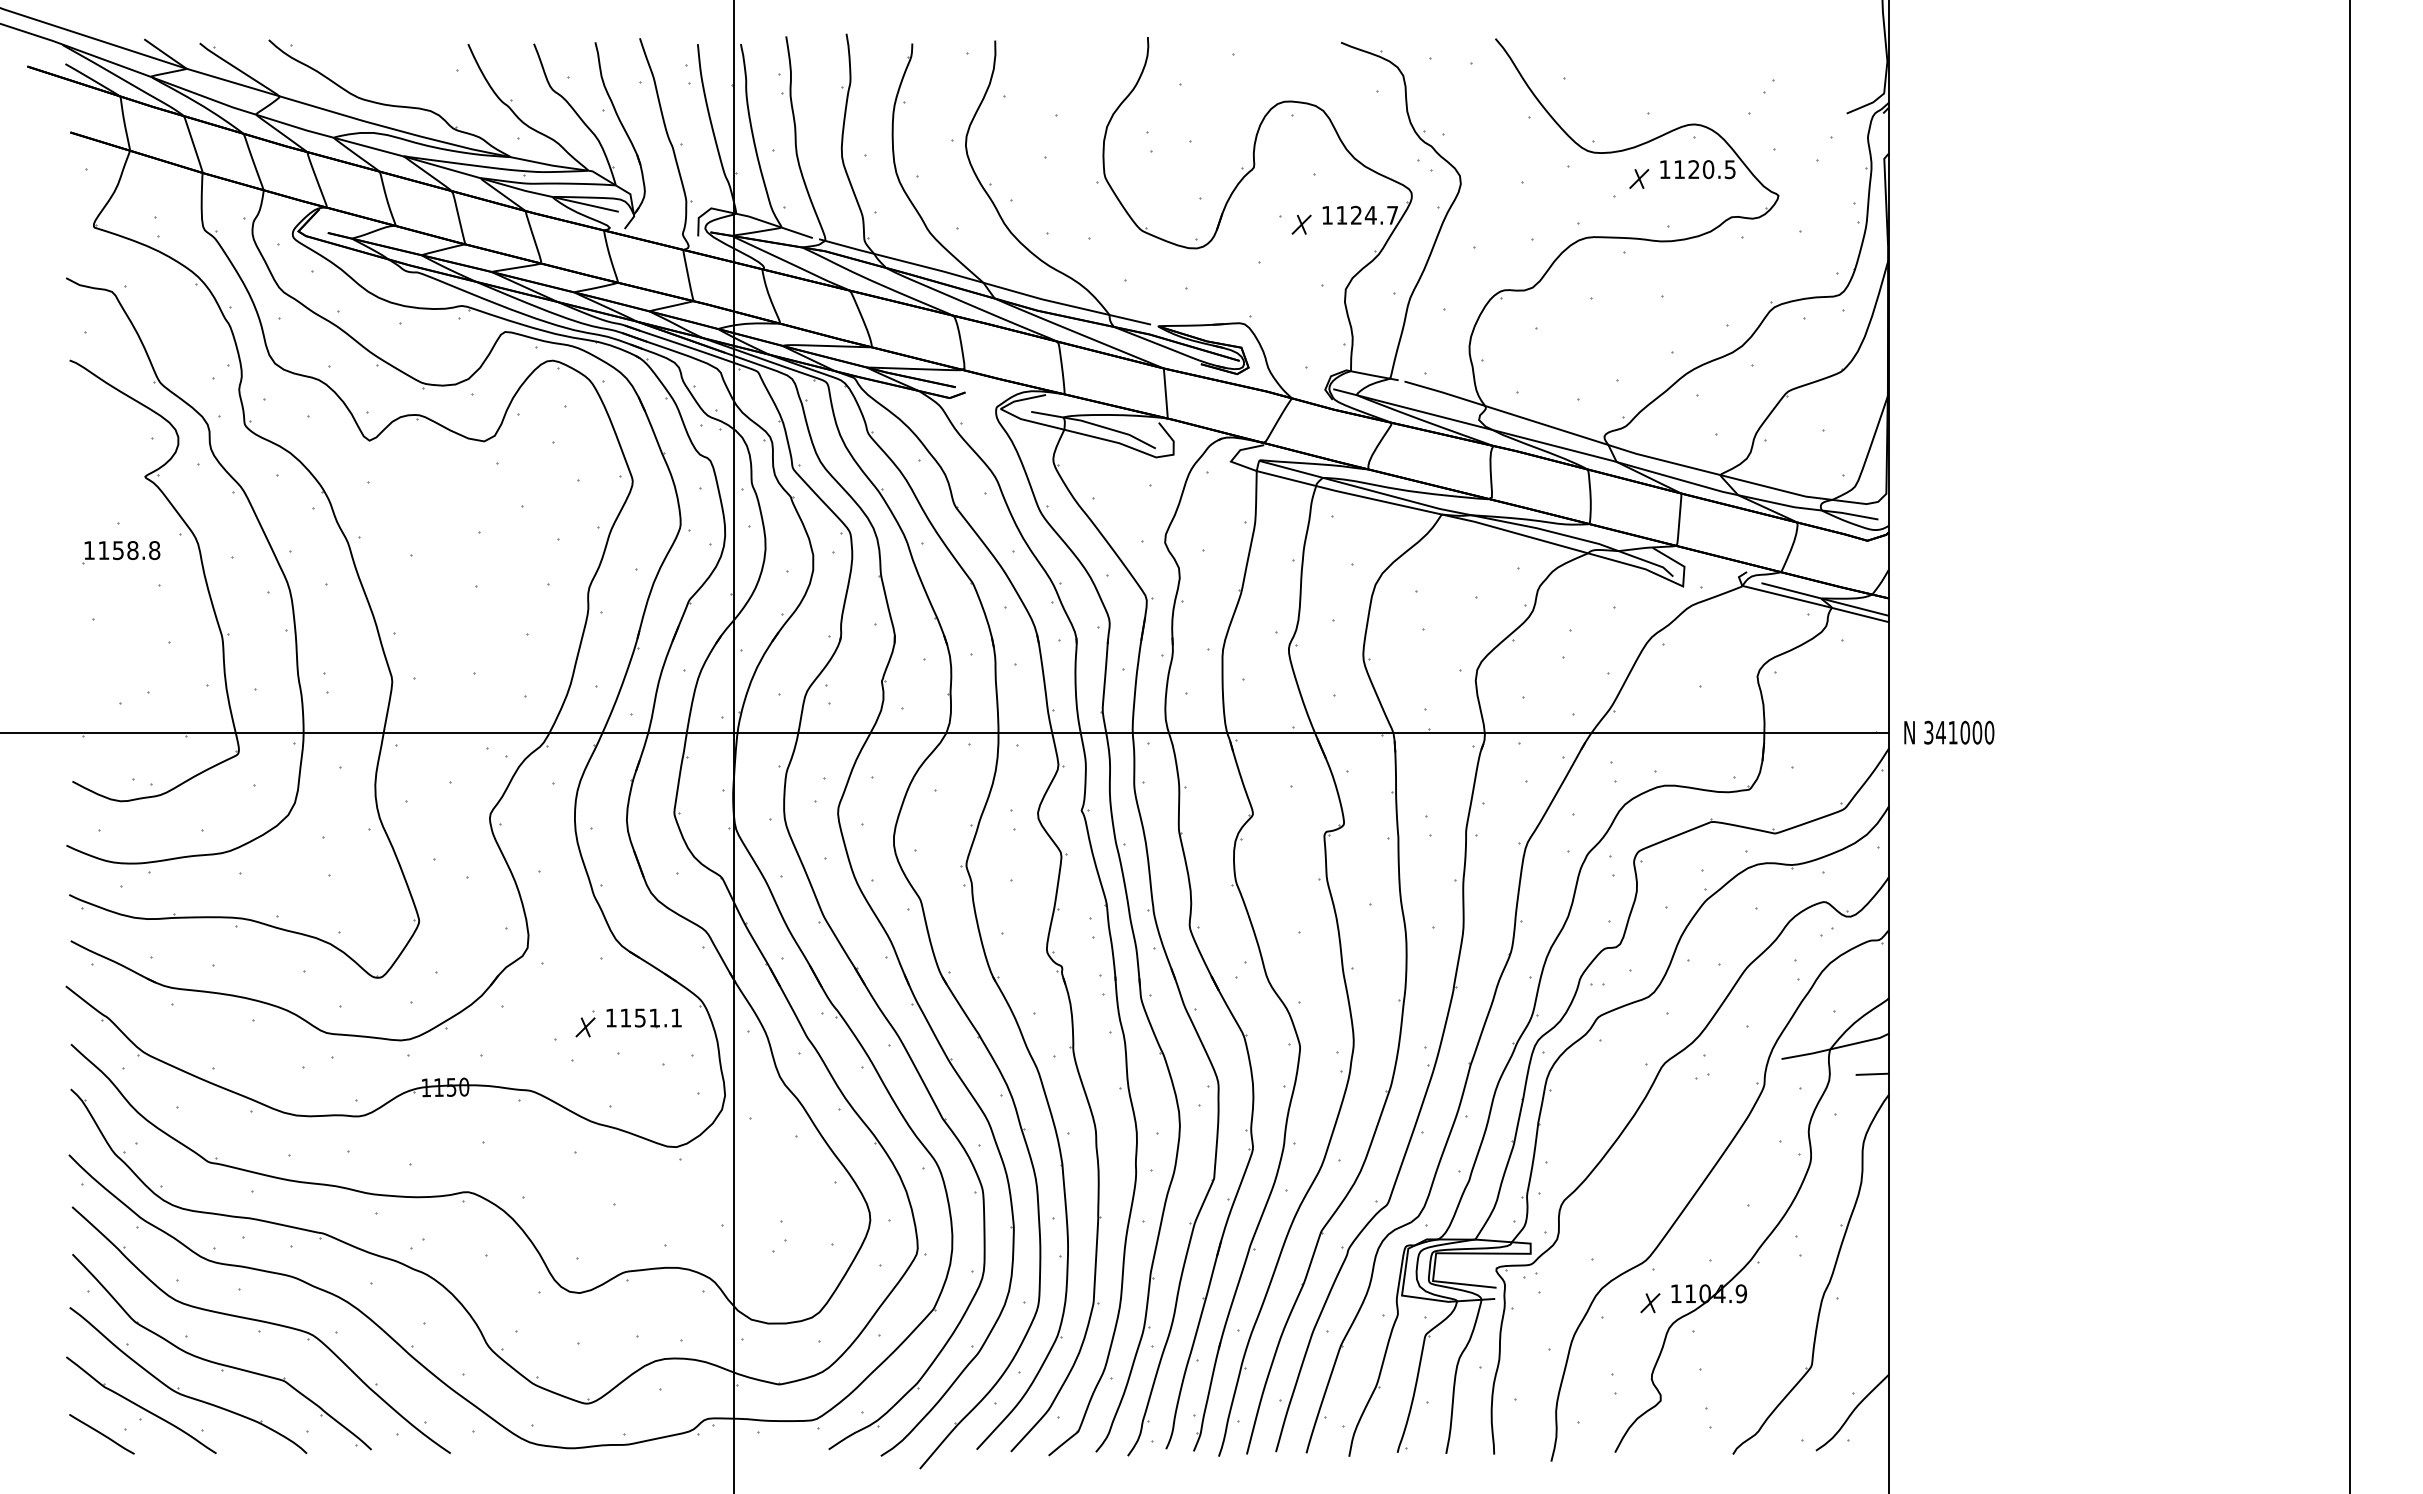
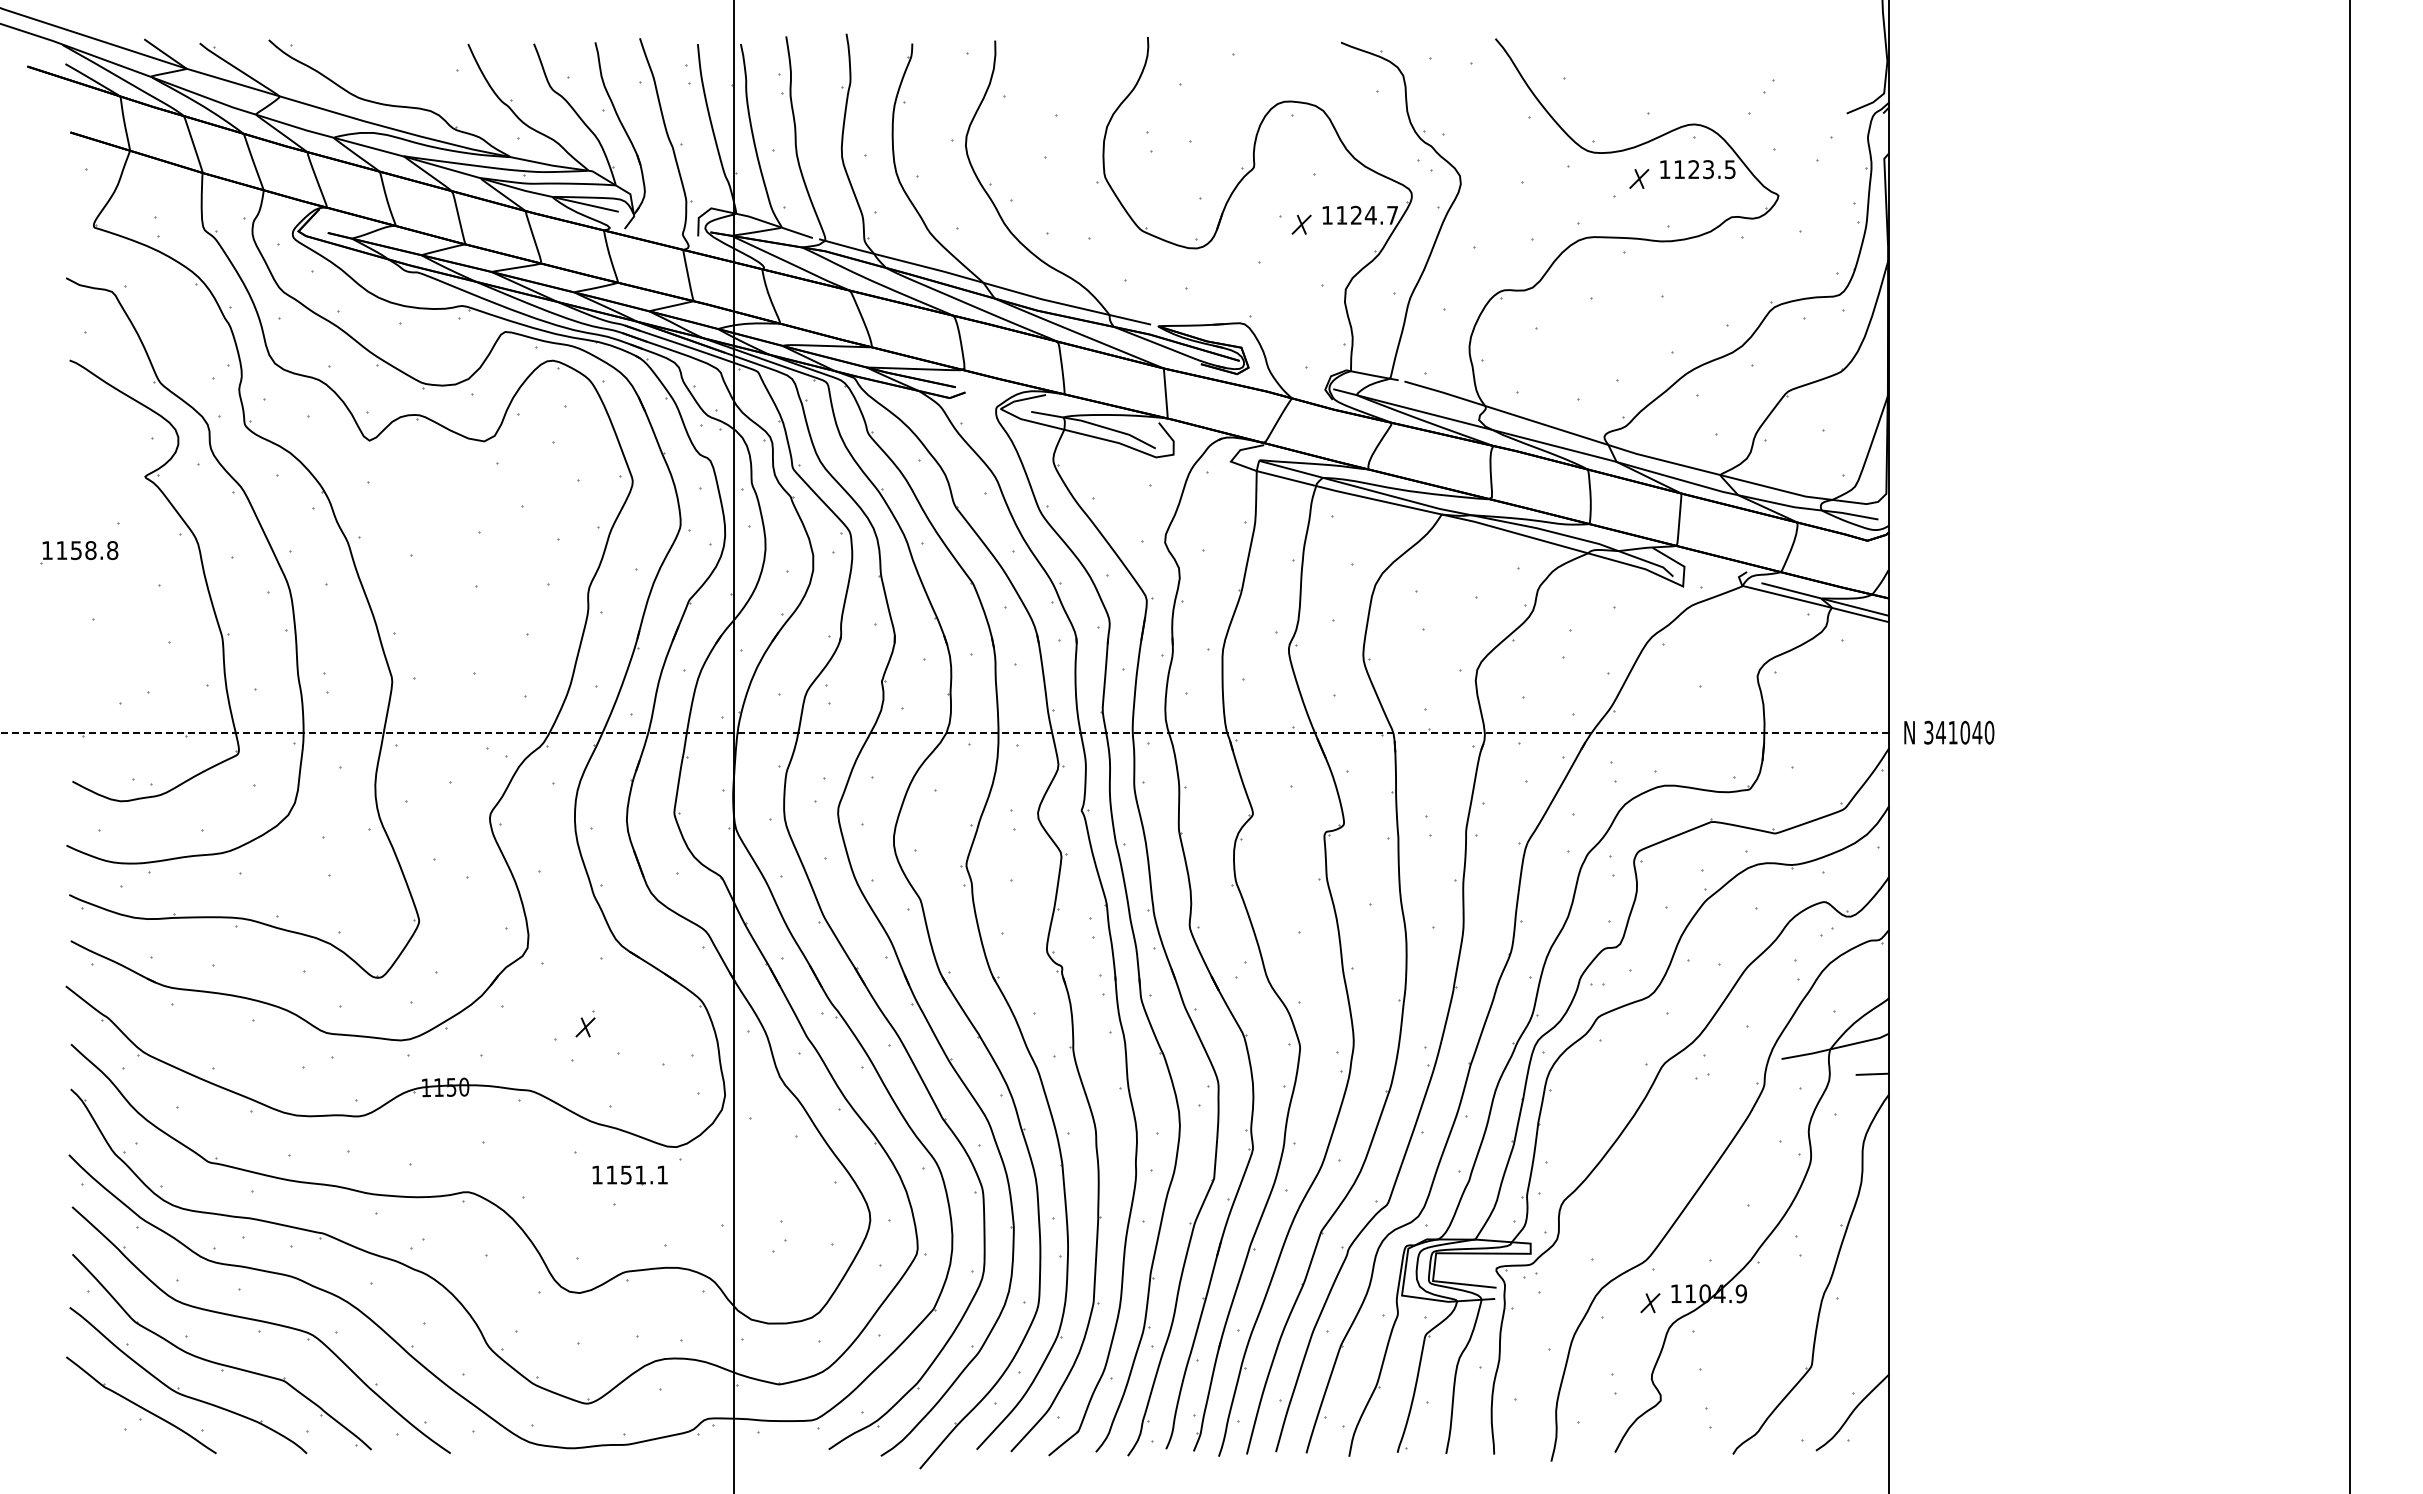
text at (1708, 169): 1120.5 -> 1123.5
part at (121, 552) position: (121, 552) -> (79, 552)
line at (944, 732): solid -> dashed
text at (1977, 732): 341000 -> 341040
part at (643, 1018) position: (643, 1018) -> (629, 1175)
line at (101, 1434): present -> none
